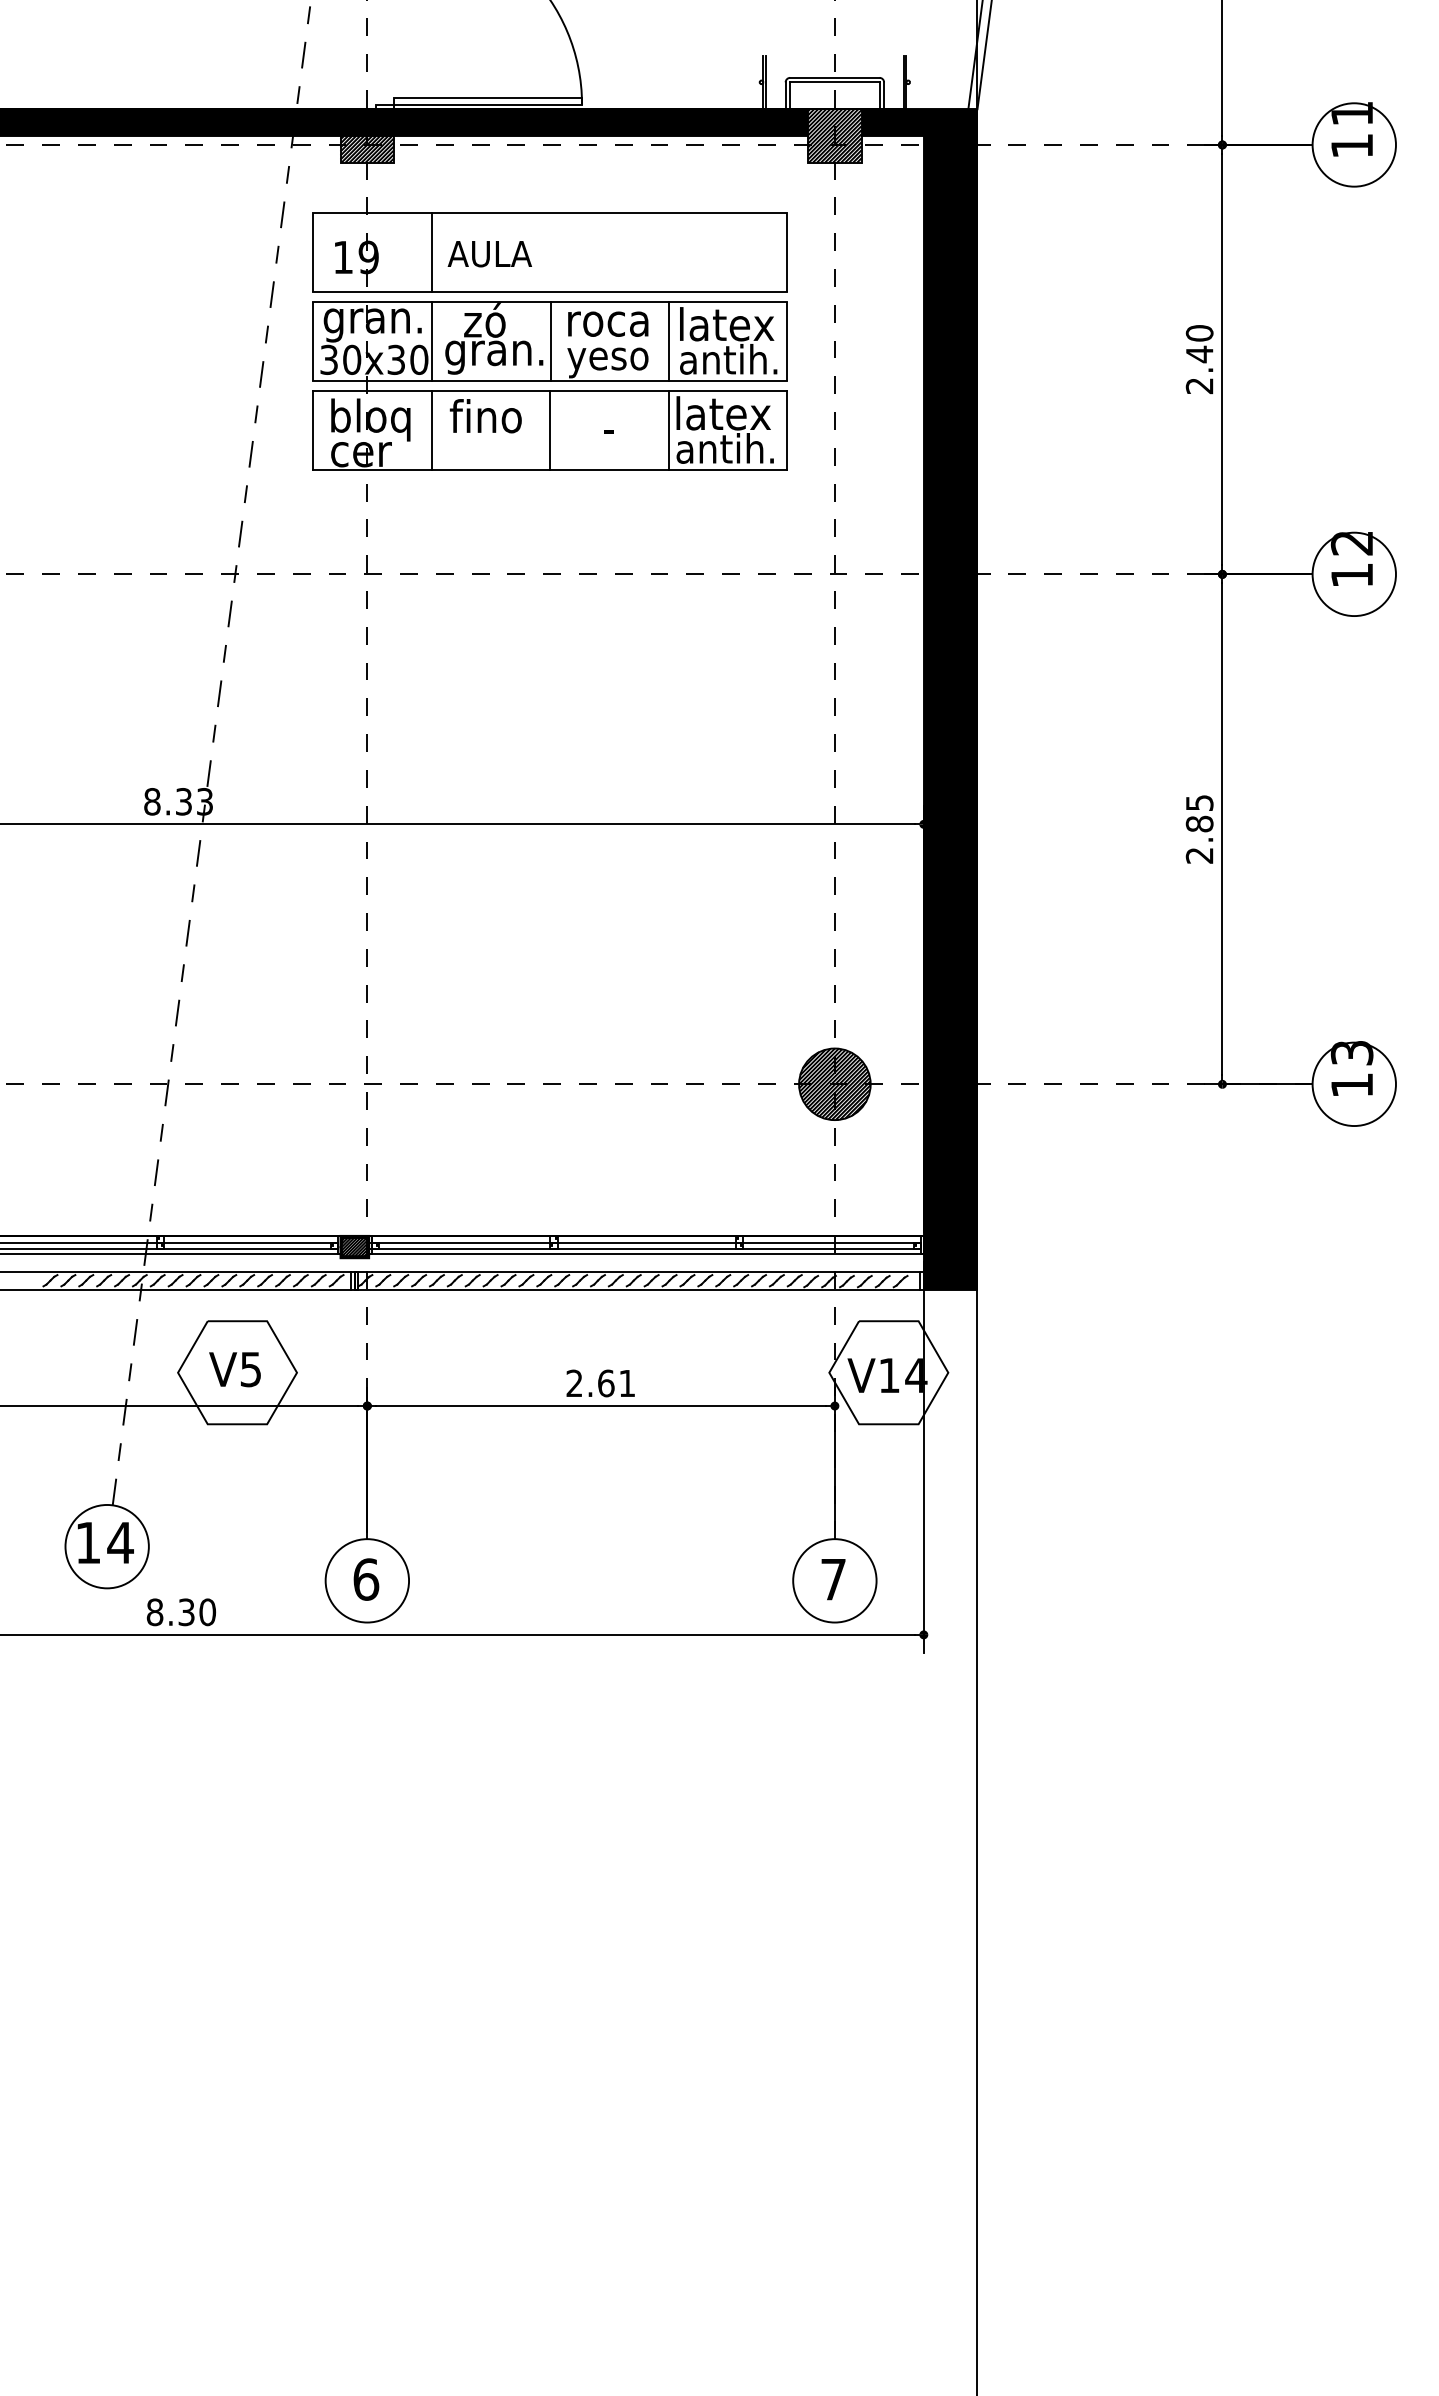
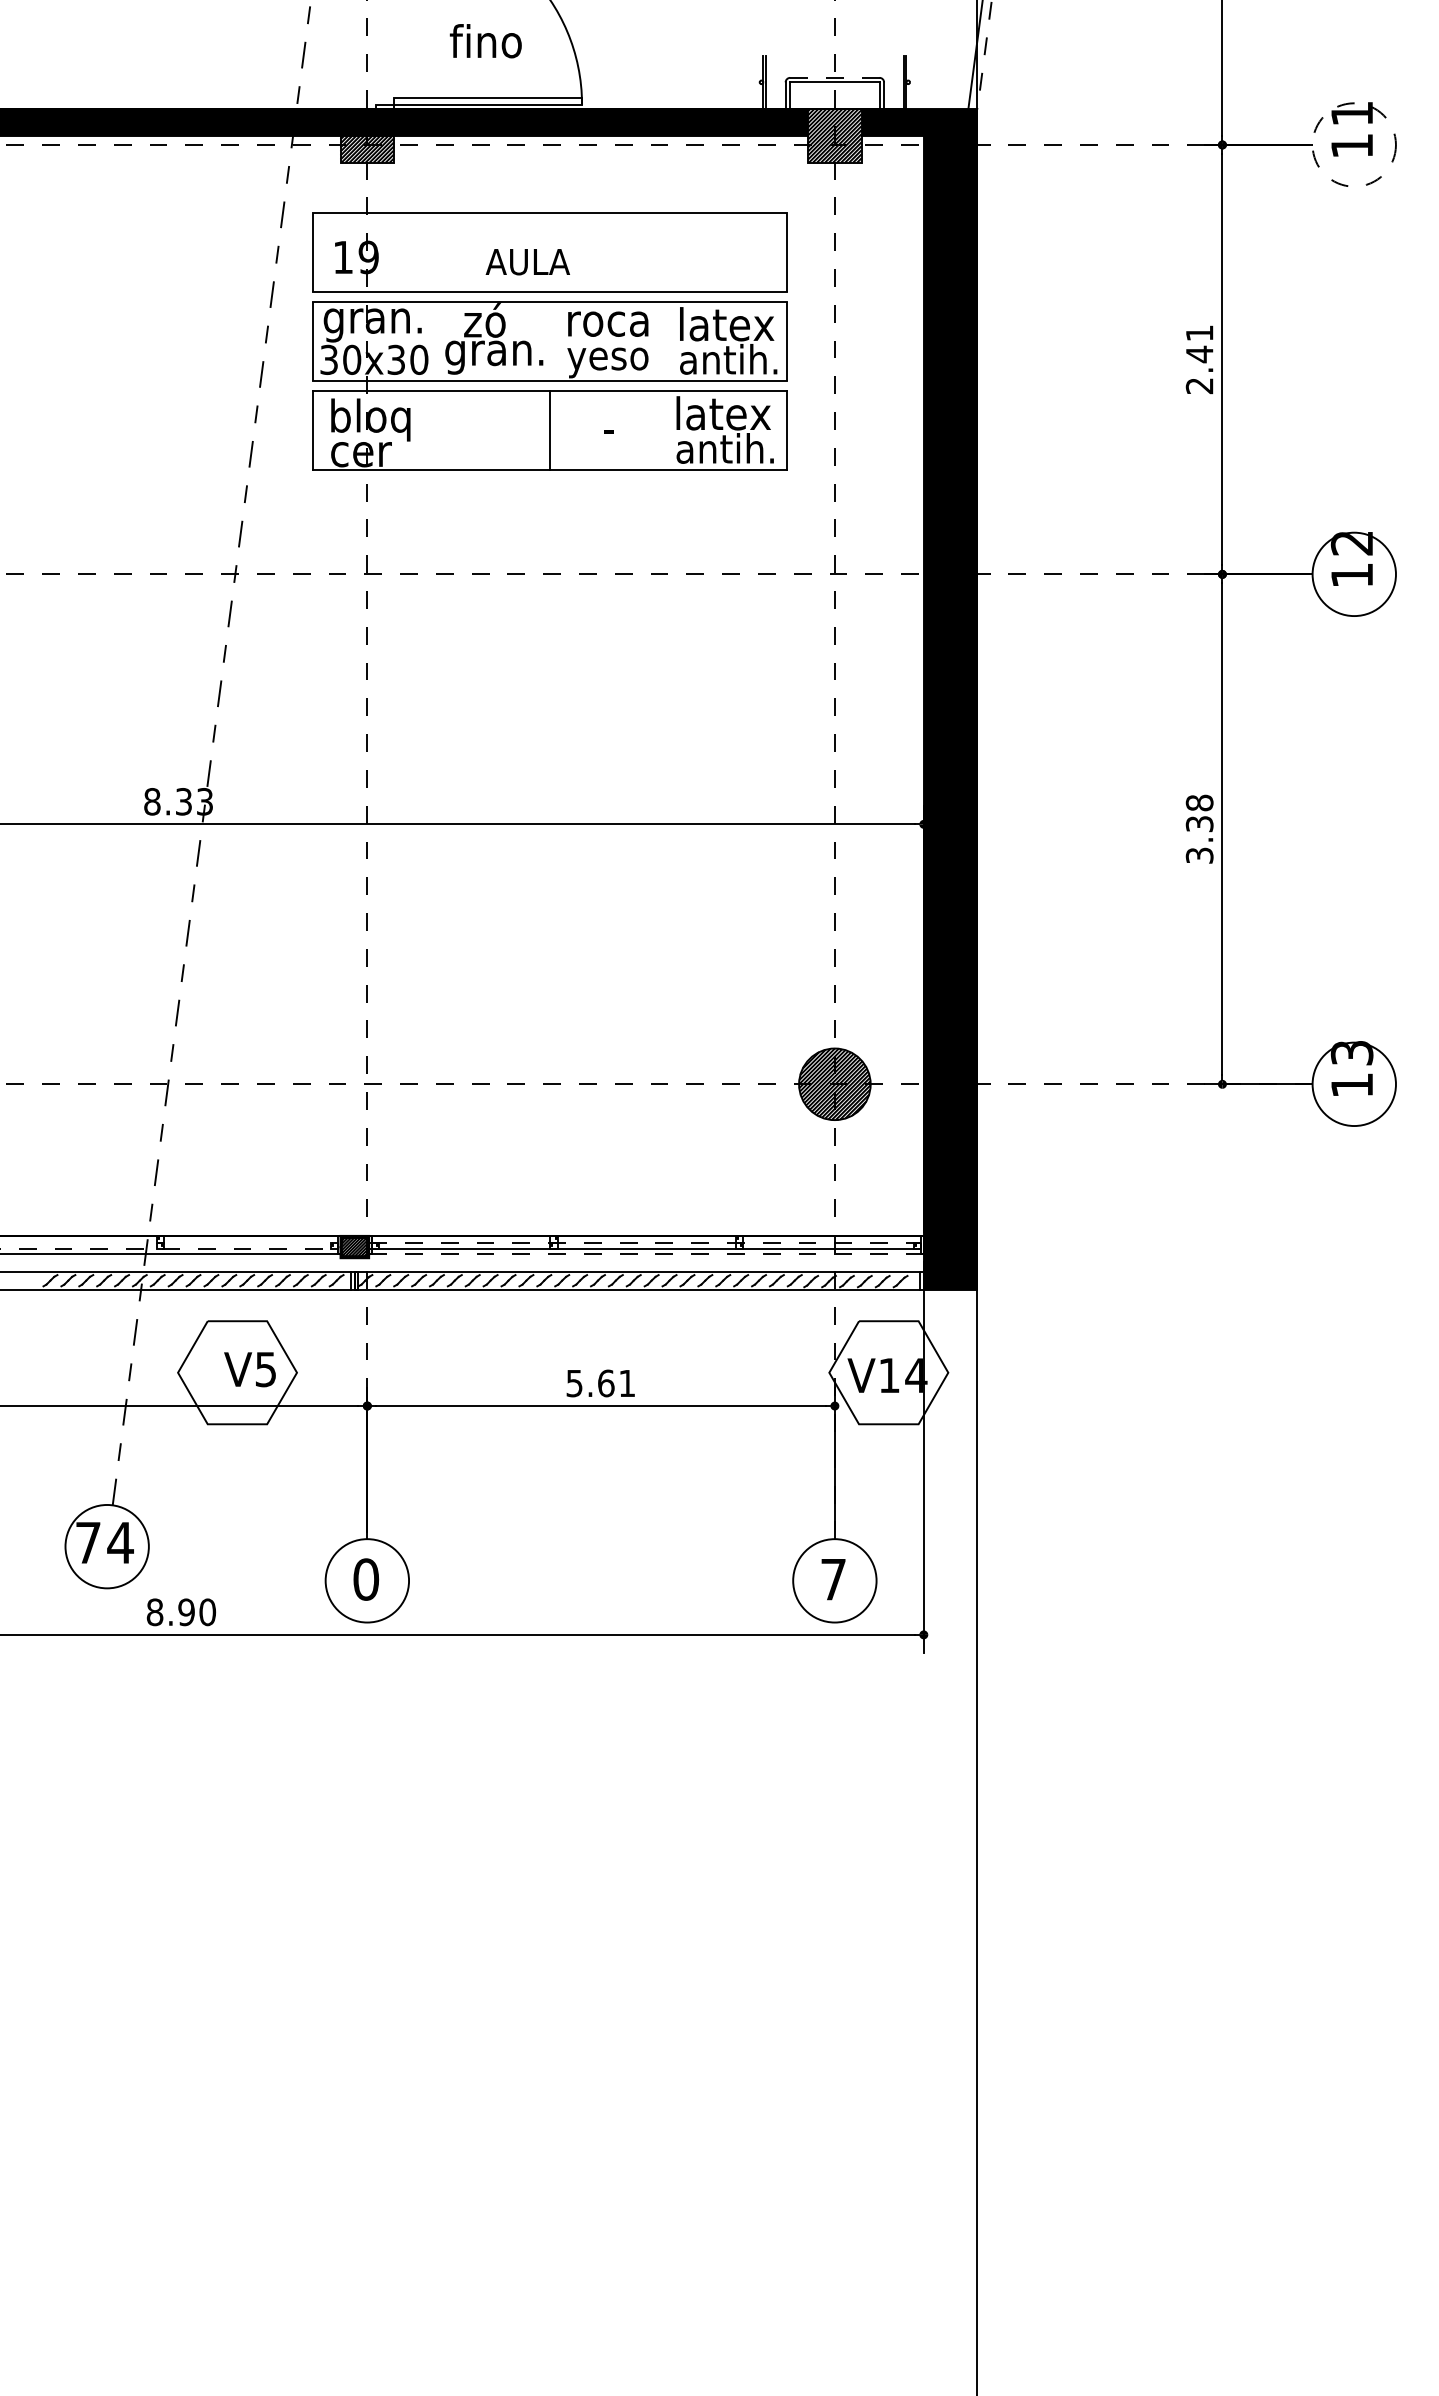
line at (984, 54): solid -> dashed
line at (834, 77): solid -> dashed
circle at (1353, 144): solid -> dashed
line at (431, 252): present -> none
text at (489, 254) position: (489, 254) -> (527, 262)
text at (1199, 333): 2.40 -> 2.41
line at (431, 341): present -> none
line at (550, 341): present -> none
line at (669, 341): present -> none
text at (485, 416) position: (485, 416) -> (485, 41)
line at (431, 430): present -> none
line at (669, 430): present -> none
text at (1199, 828): 2.85 -> 3.38
line at (169, 1242): present -> none
line at (645, 1242): solid -> dashed
line at (168, 1249): solid -> dashed
line at (646, 1253): solid -> dashed
text at (234, 1369) position: (234, 1369) -> (249, 1369)
text at (574, 1383): 2.61 -> 5.61
text at (88, 1542): 14 -> 74
text at (366, 1579): 6 -> 0
text at (186, 1611): 8.30 -> 8.90
